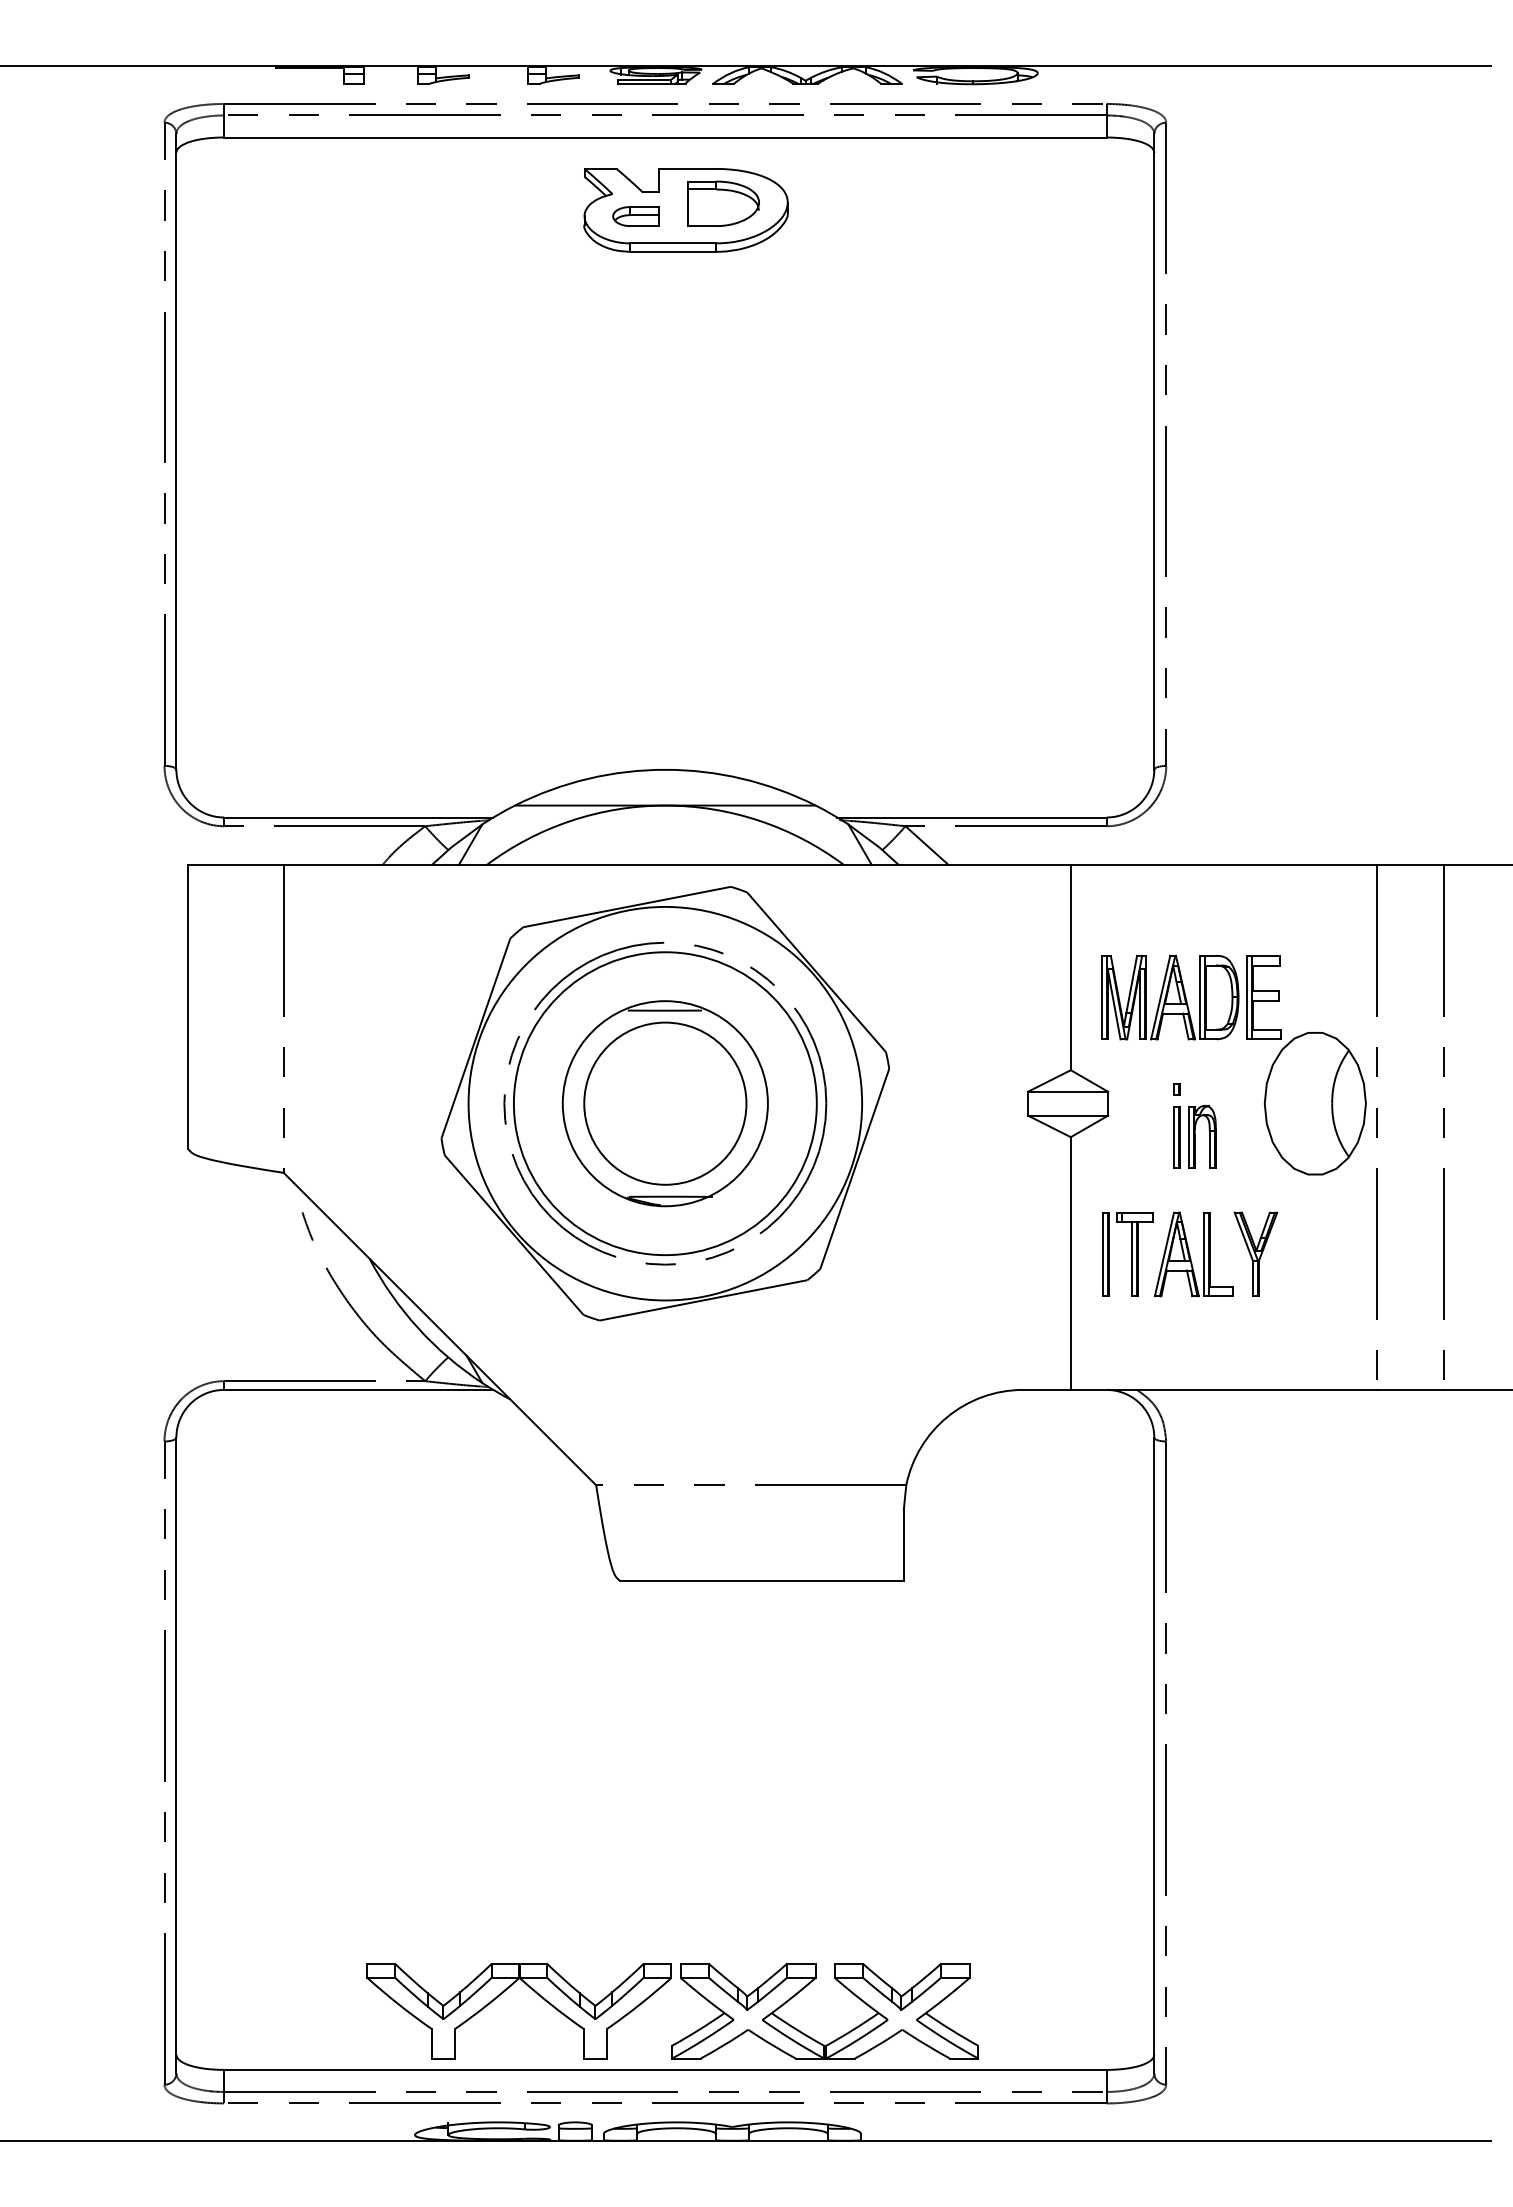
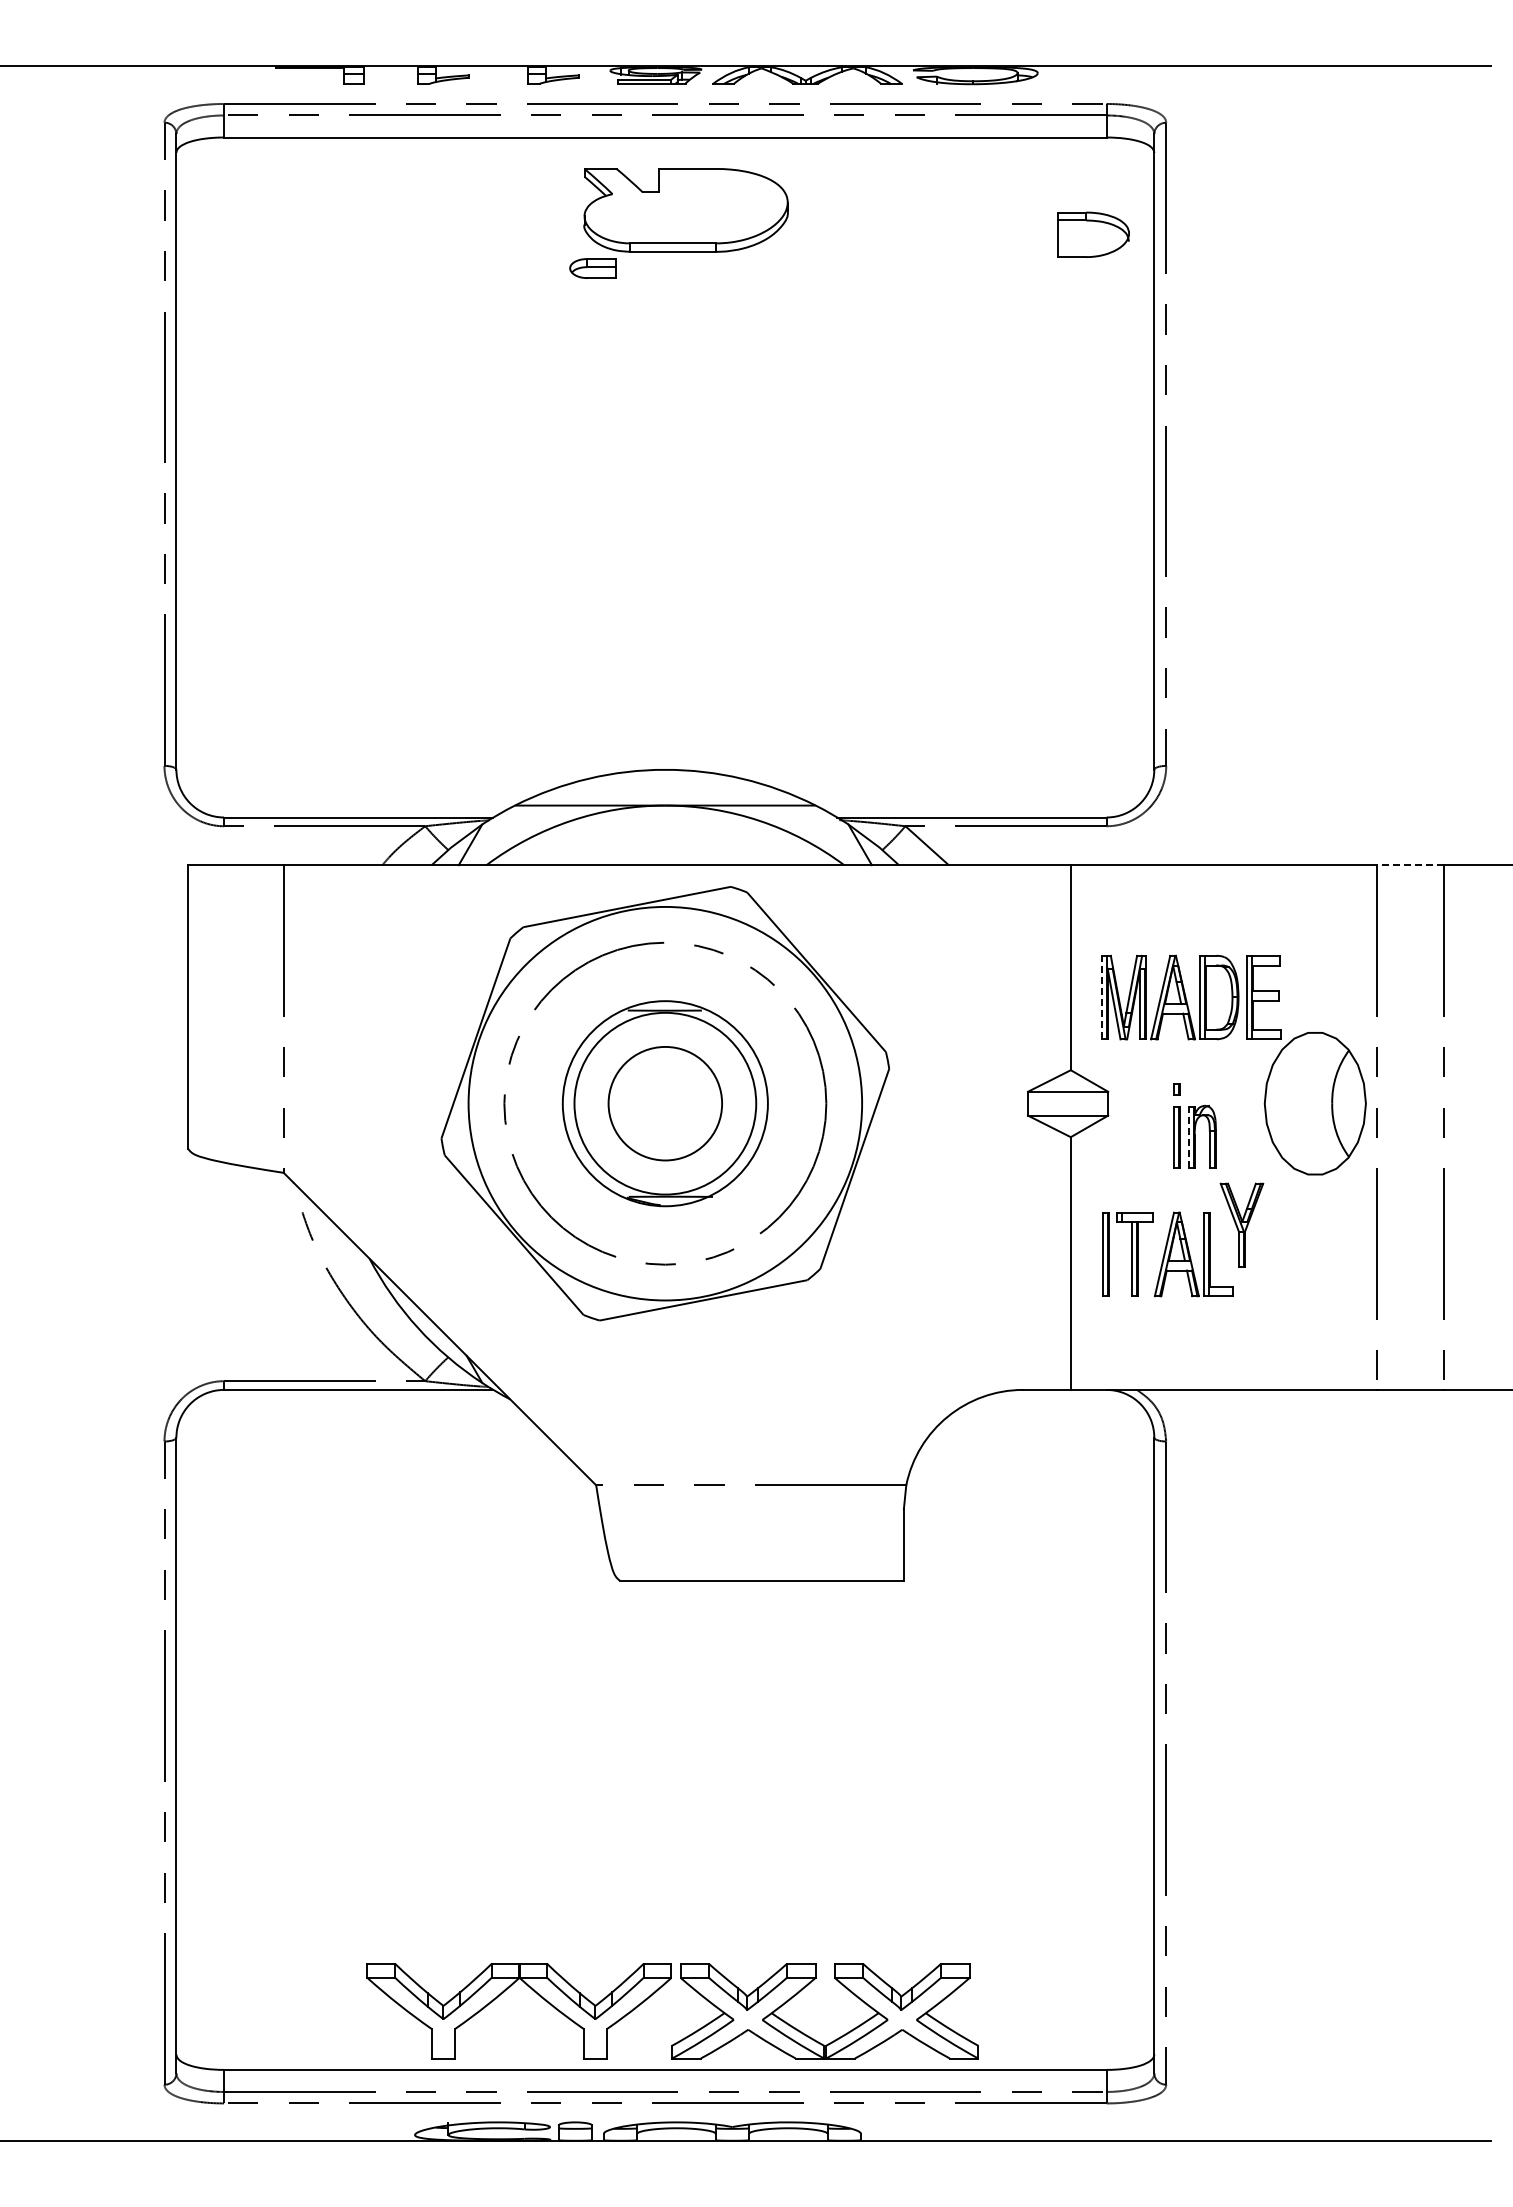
part at (723, 203) position: (723, 203) -> (1093, 234)
part at (635, 216) position: (635, 216) -> (592, 268)
line at (1410, 865): solid -> dashed
line at (1101, 997): solid -> dashed
circle at (664, 1103) diameter: 303 px -> 182 px
circle at (665, 1103) diameter: 162 px -> 114 px
line at (1188, 1137): solid -> dashed
part at (1255, 1253) position: (1255, 1253) -> (1241, 1224)
